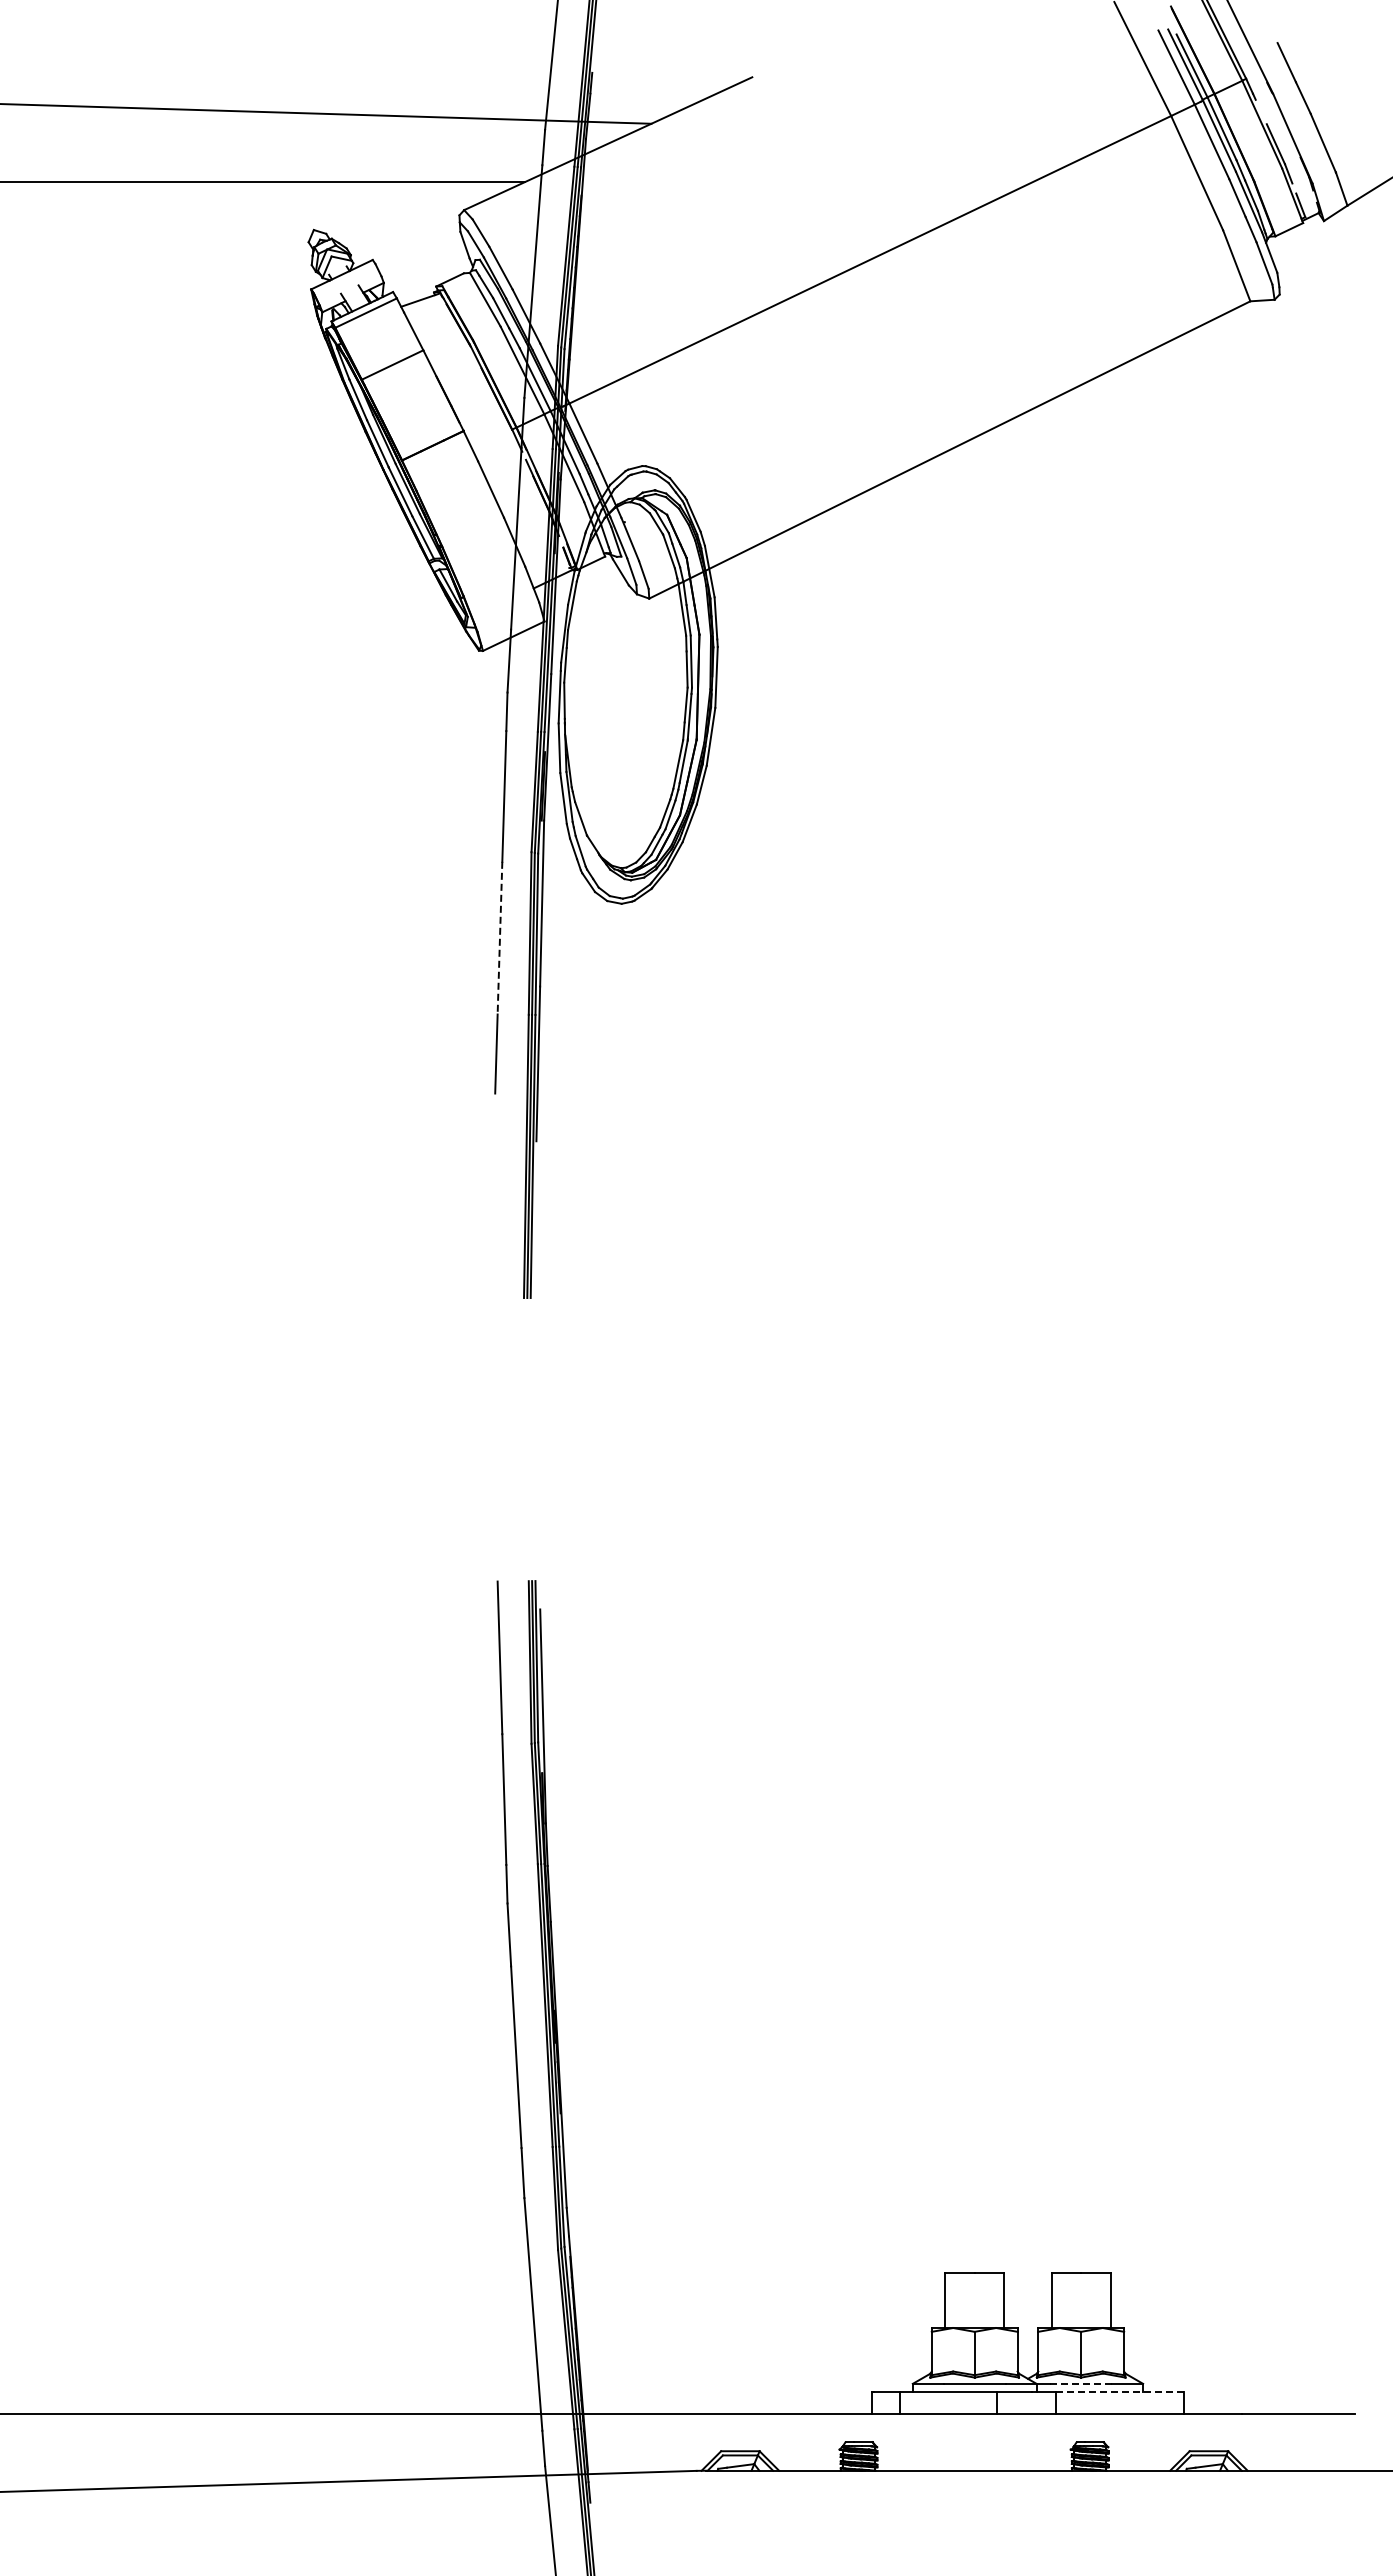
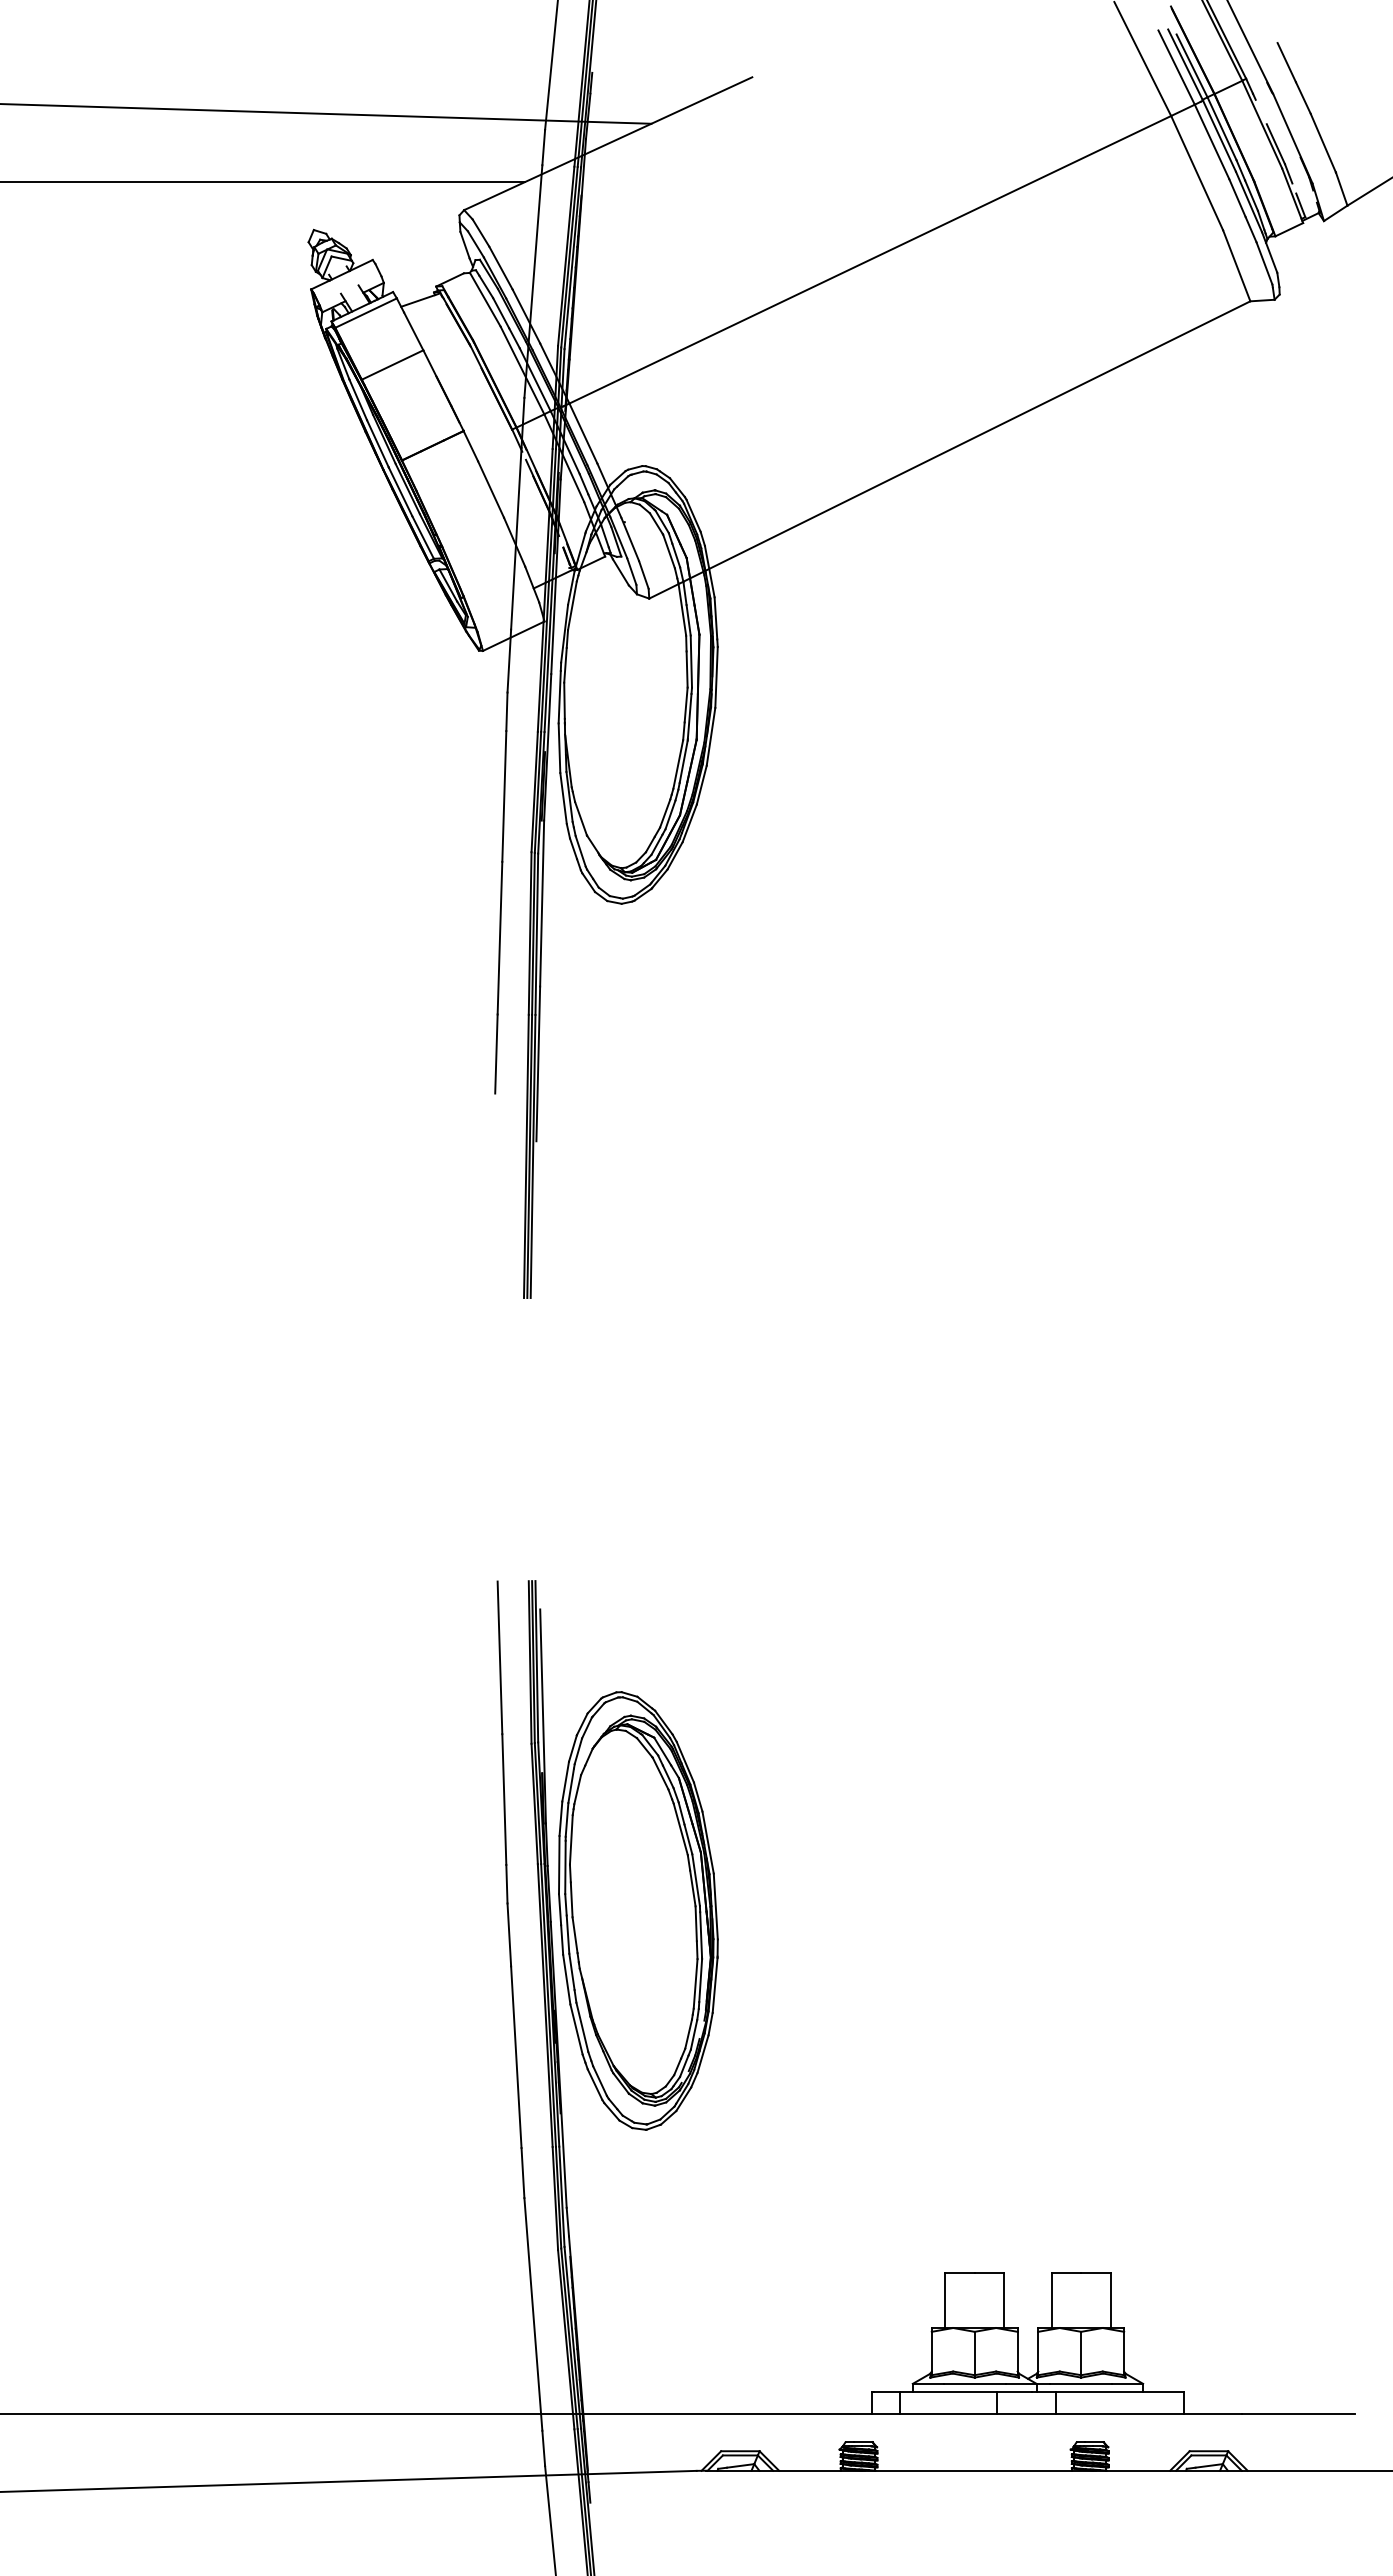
line at (499, 938): dashed -> solid
part at (638, 1910): none -> present
line at (1081, 2383): dashed -> solid
line at (1120, 2392): dashed -> solid
